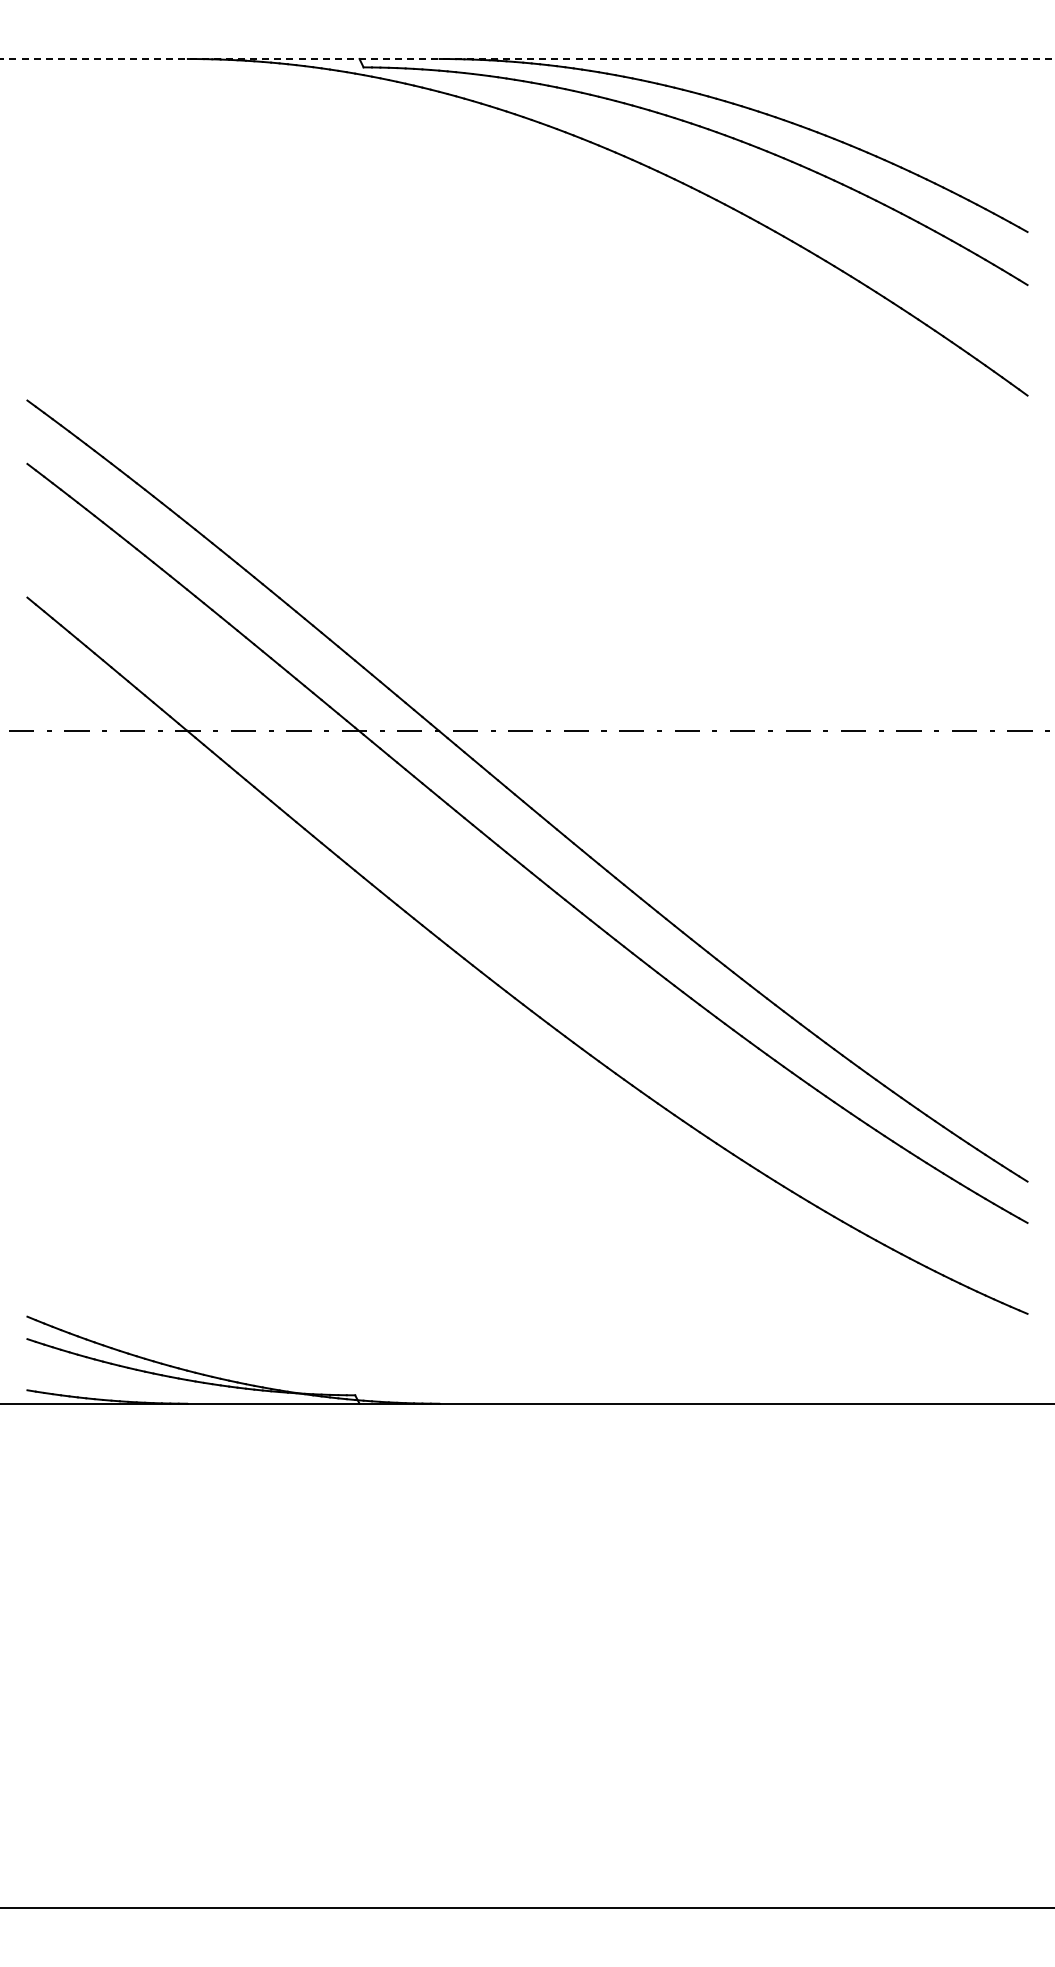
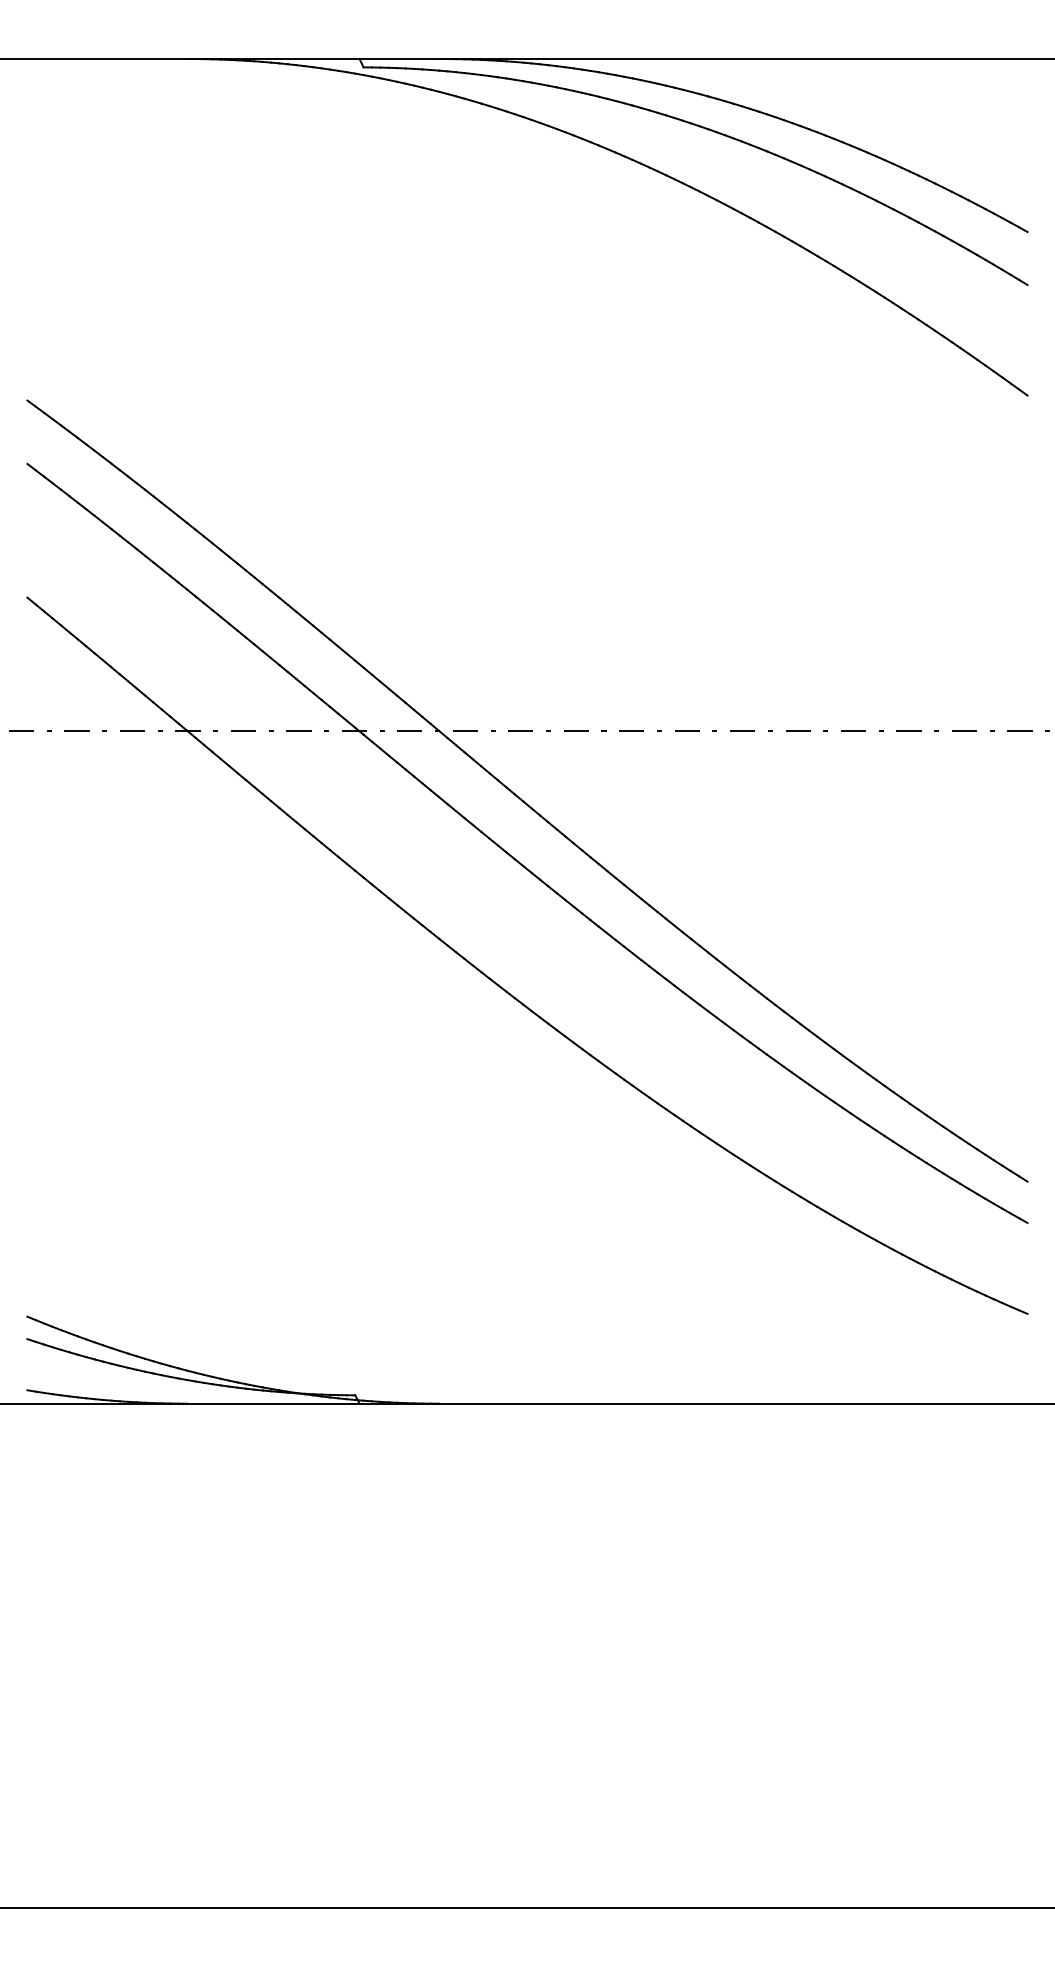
line at (528, 59): dashed -> solid
